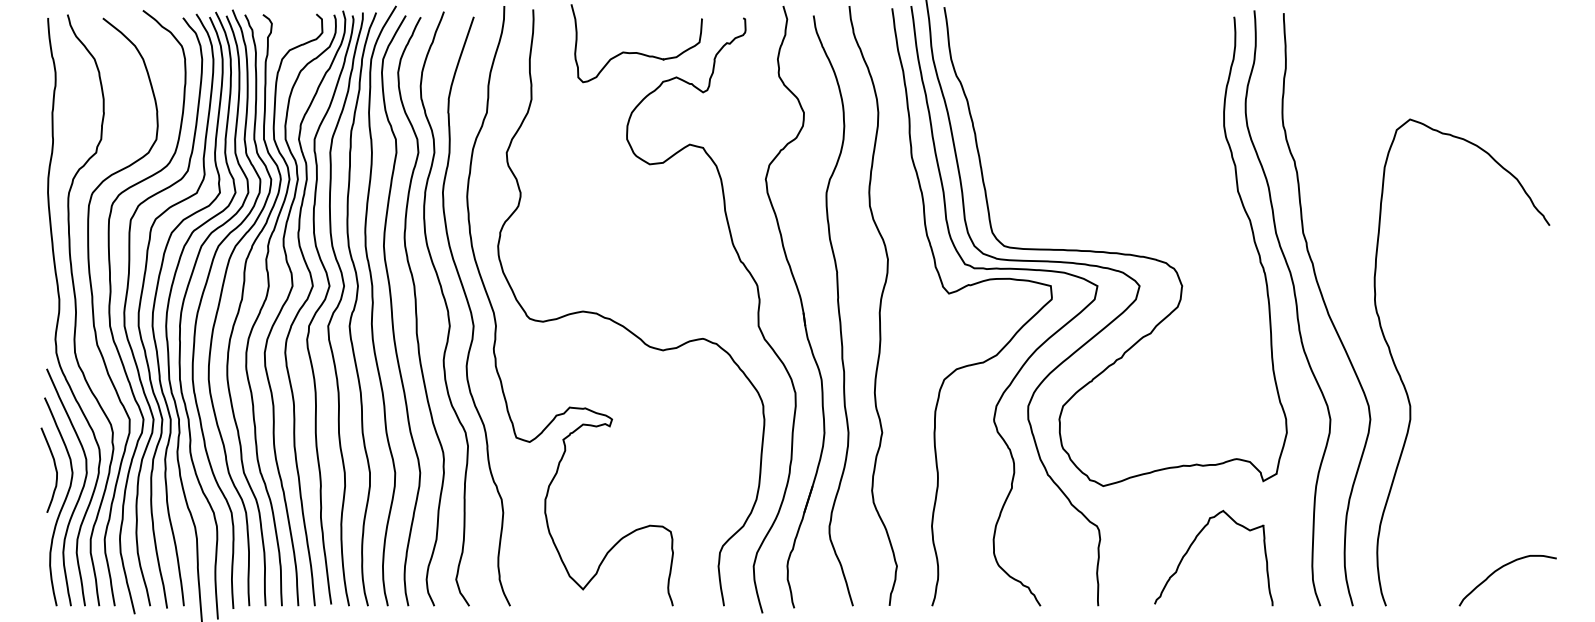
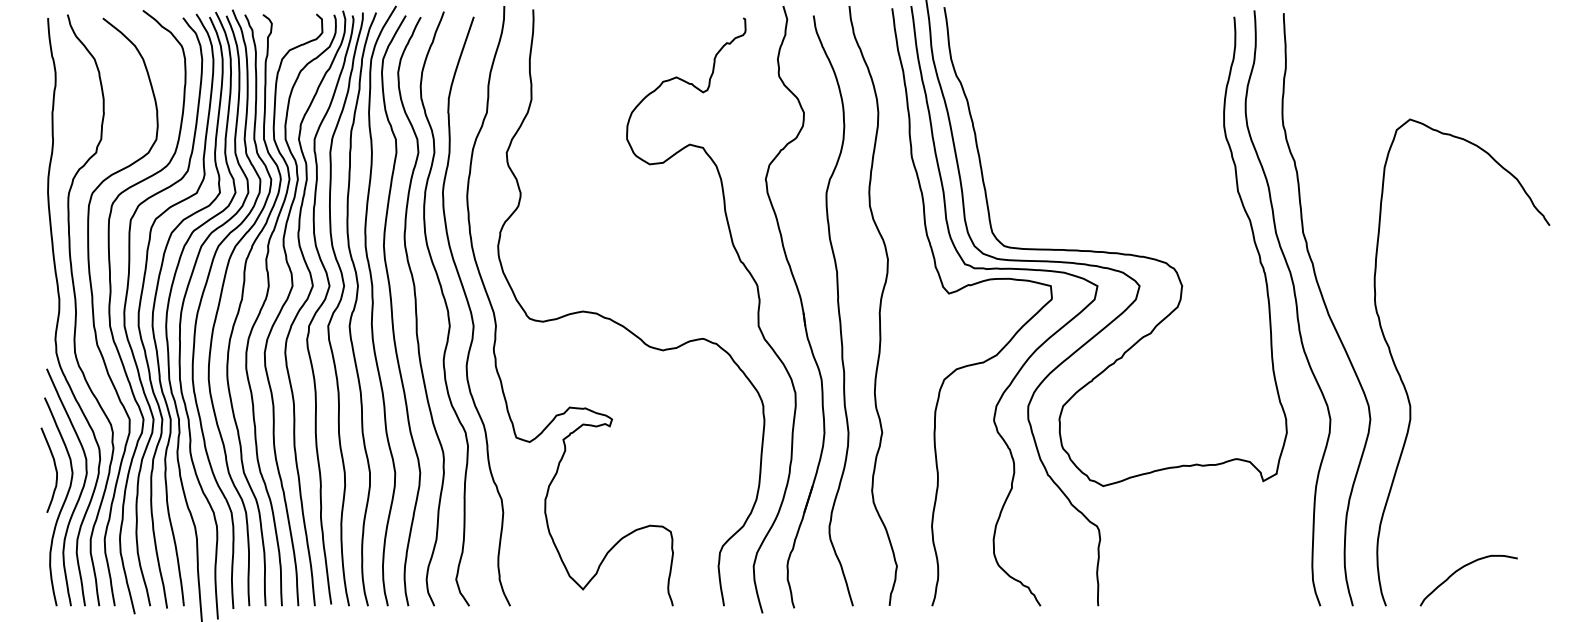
curve at (636, 52): present -> none
curve at (1194, 542): present -> none
curve at (1500, 569) position: (1500, 569) -> (1461, 569)
